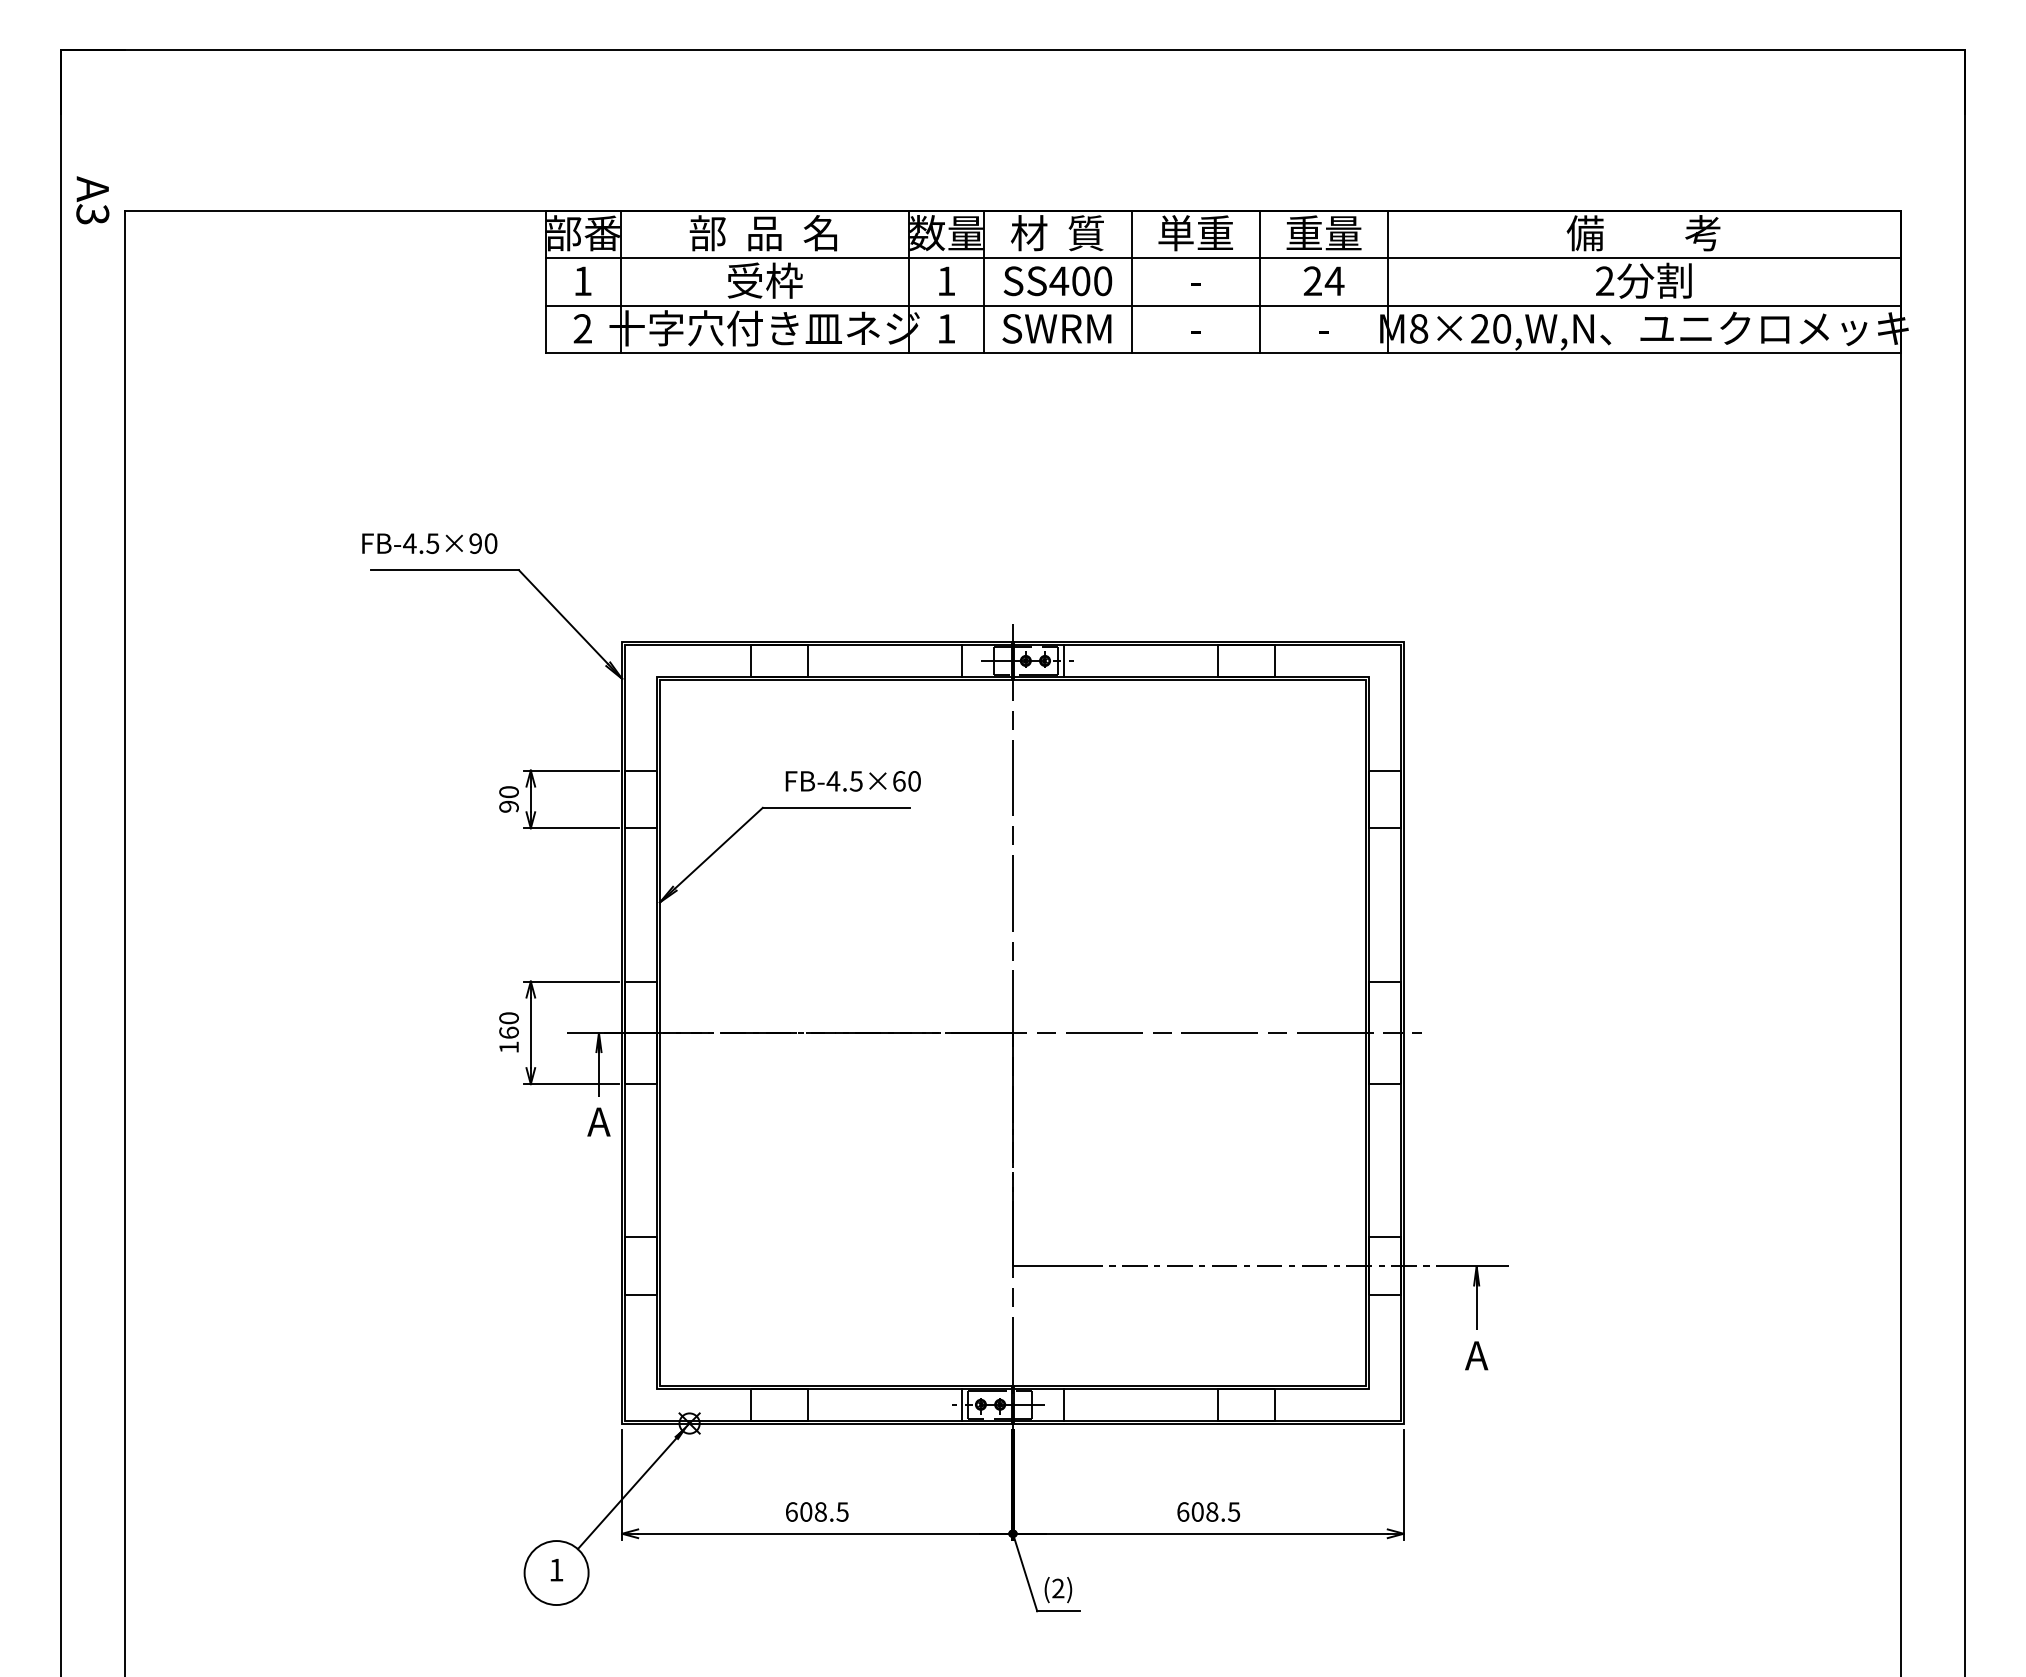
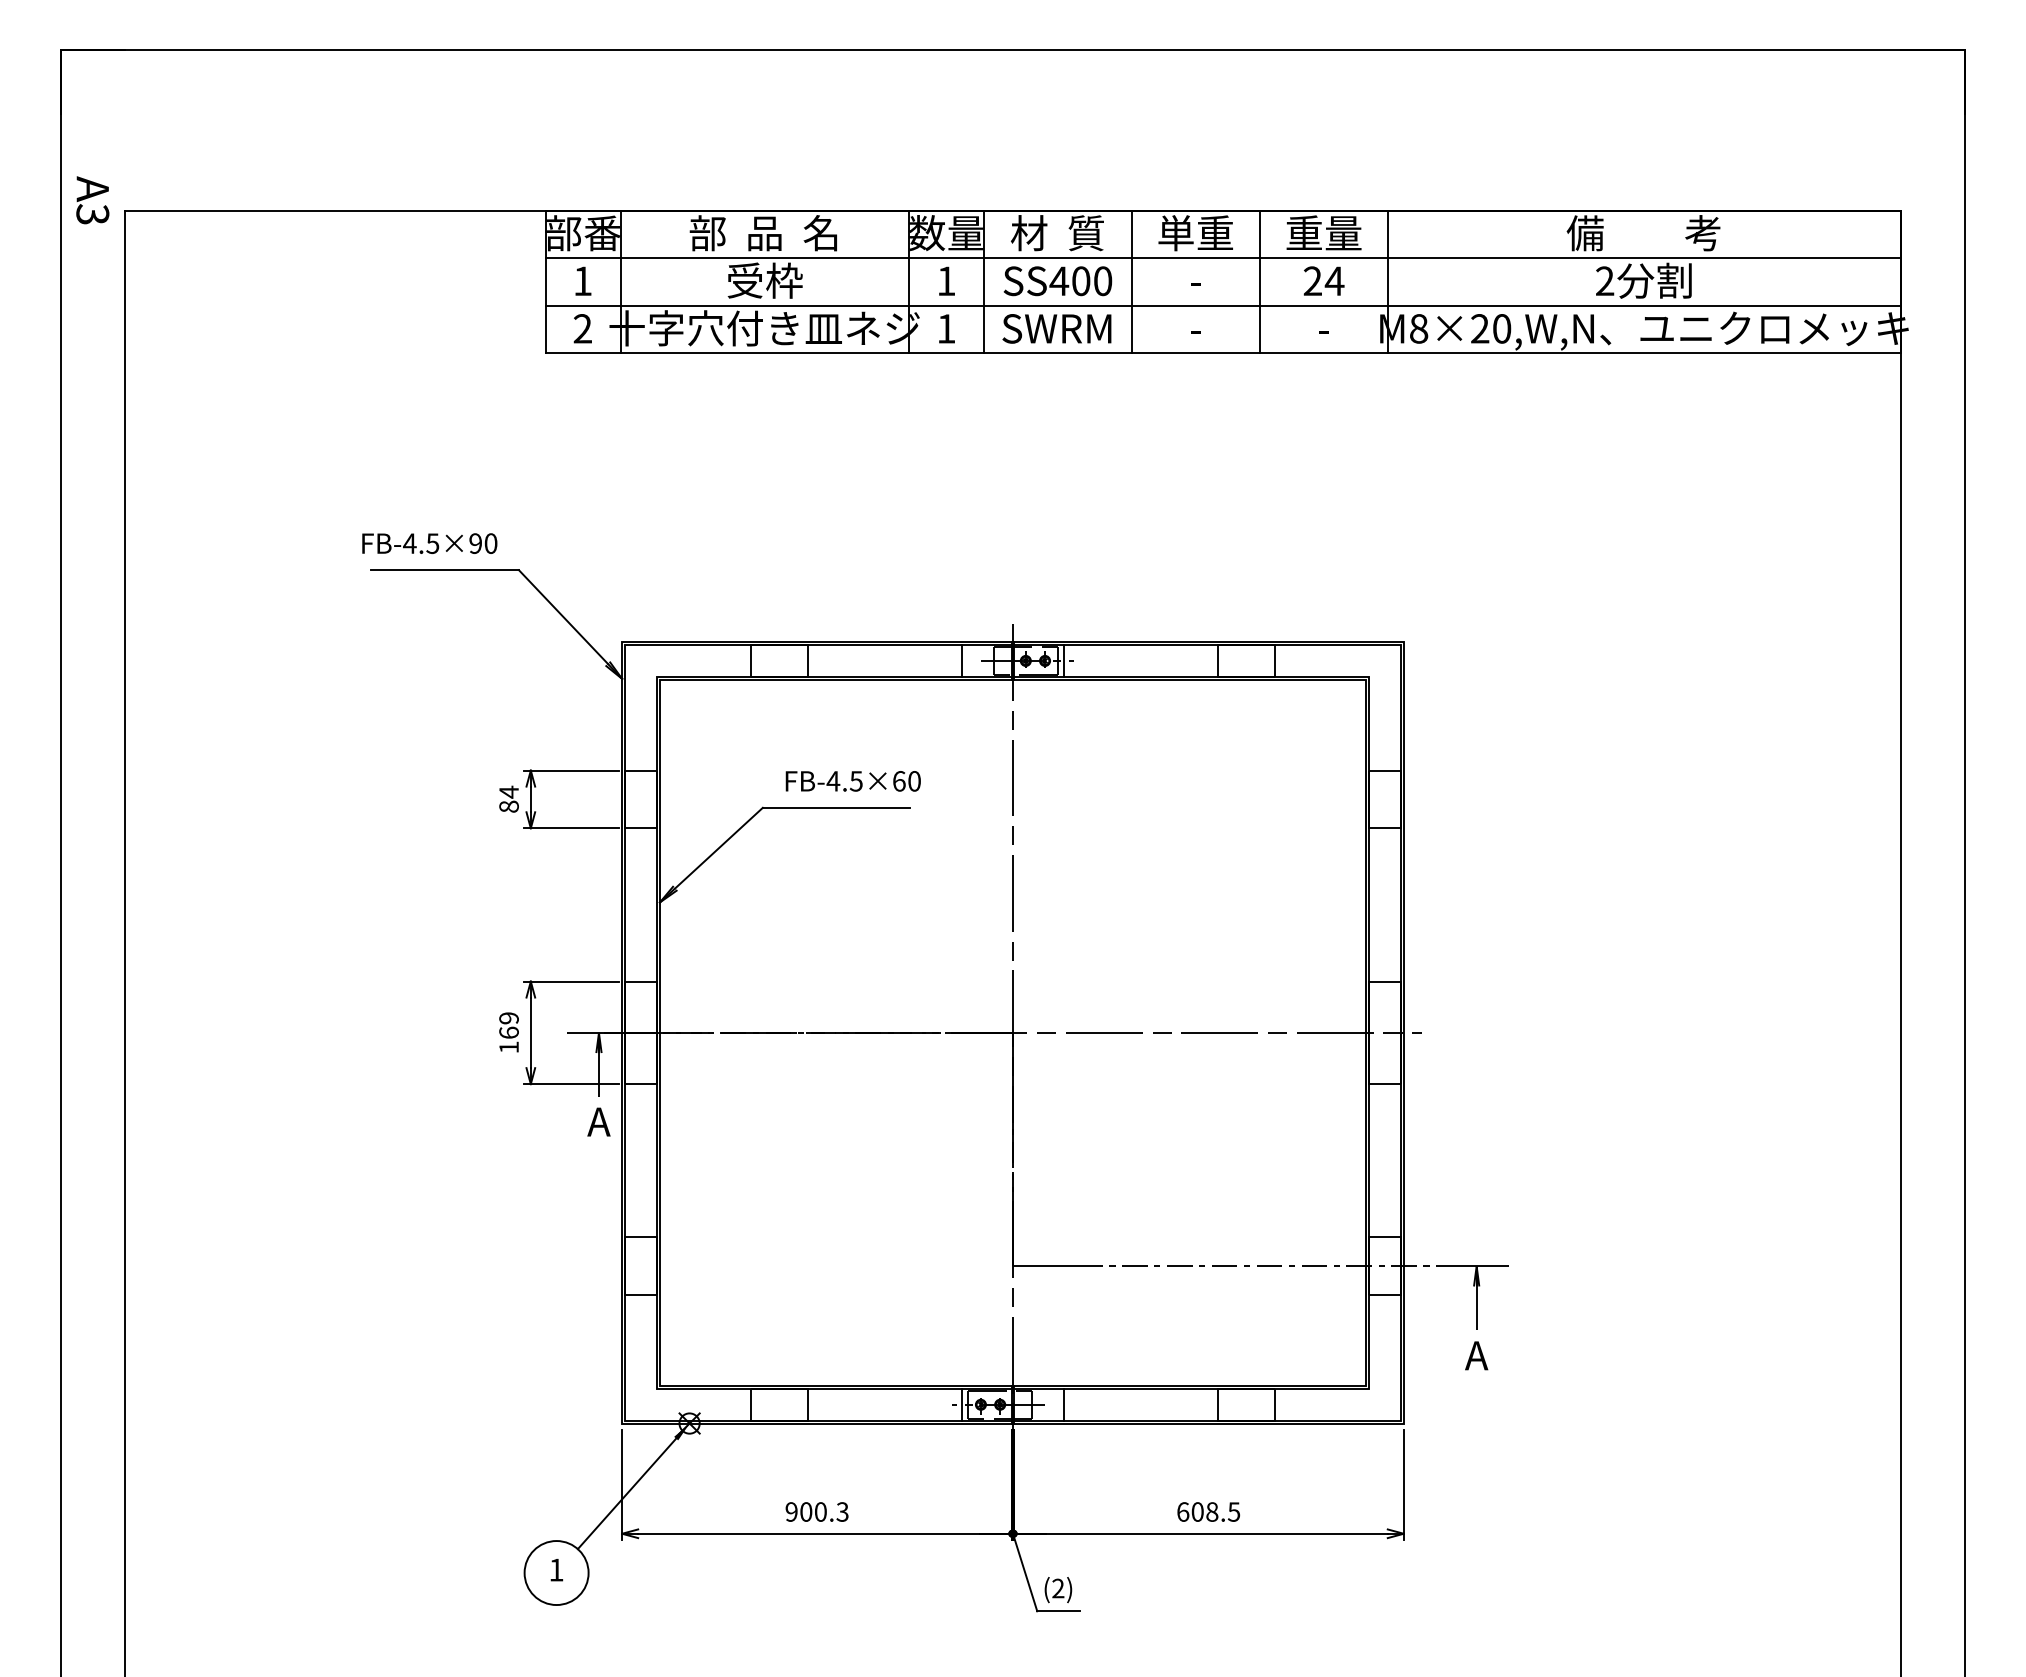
text at (508, 798): 90 -> 84
text at (508, 1018): 160 -> 169
text at (816, 1511): 608.5 -> 900.3
